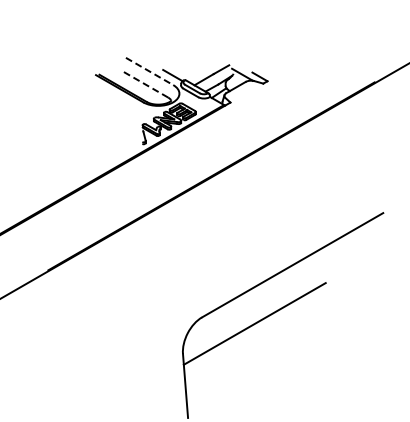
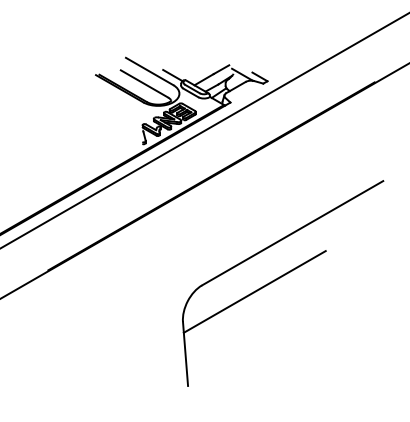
line at (150, 71): dashed -> solid
line at (144, 83): dashed -> solid
line at (204, 130): none -> present
part at (283, 315) position: (283, 315) -> (283, 283)
